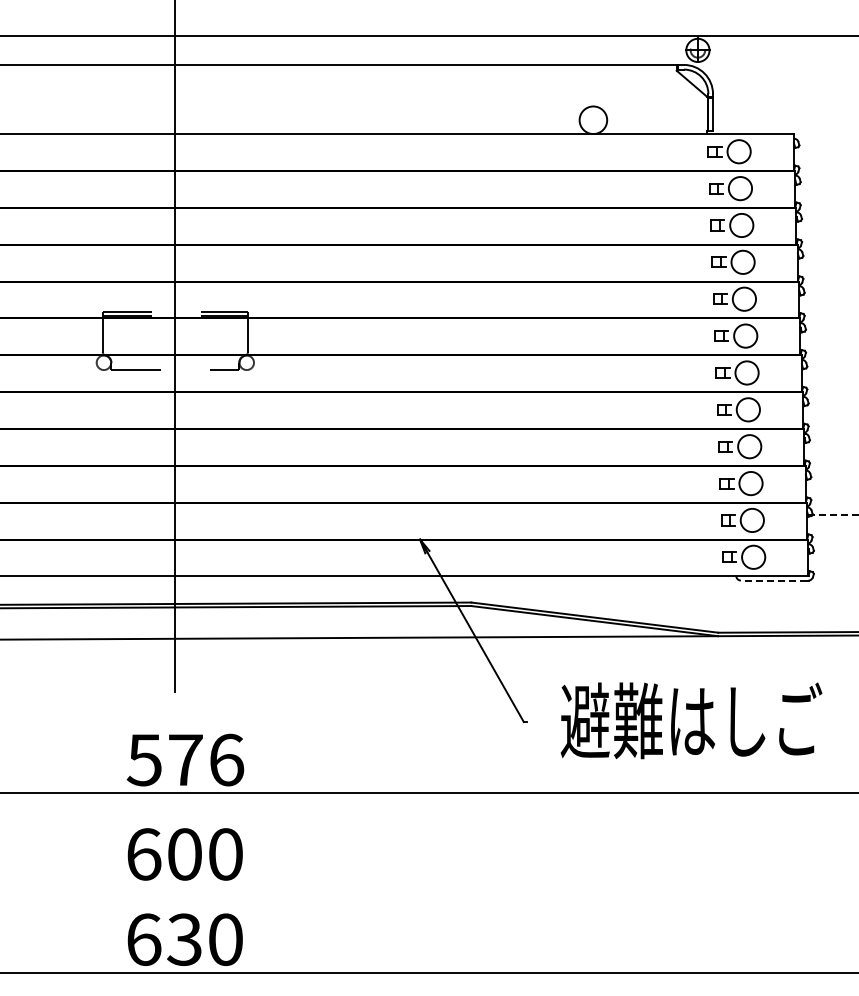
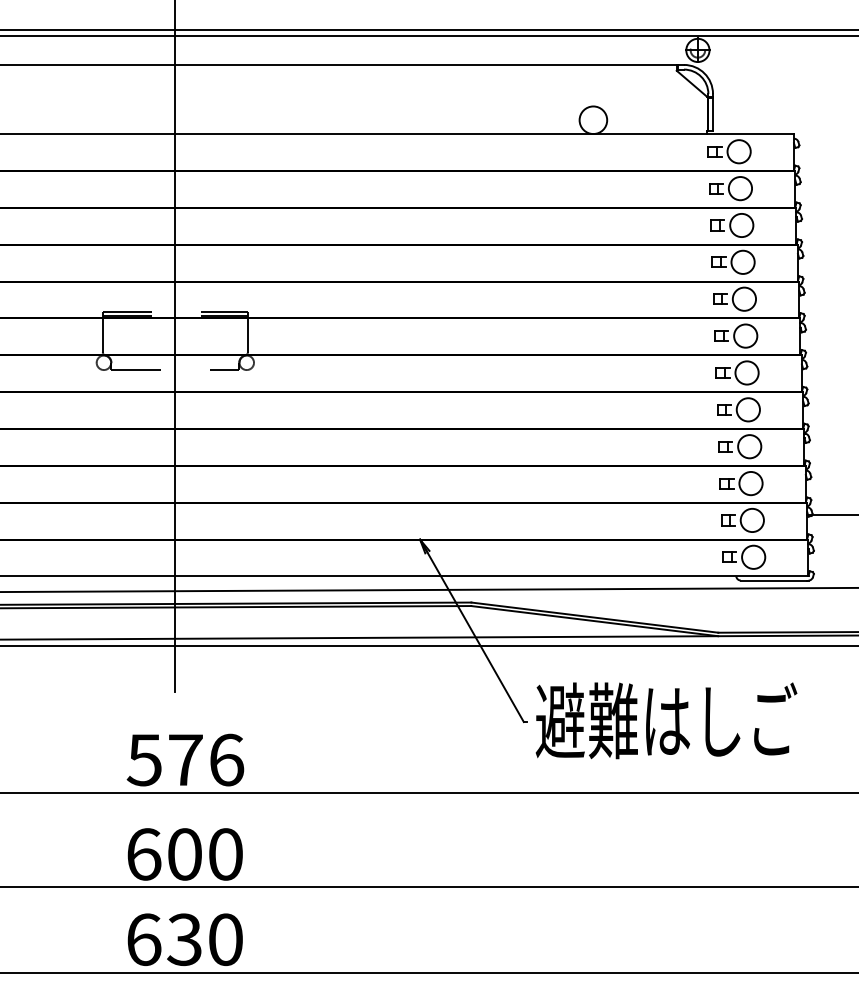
line at (428, 30): none -> present
line at (832, 514): dashed -> solid
line at (773, 580): dashed -> solid
line at (428, 589): none -> present
line at (428, 645): none -> present
text at (691, 720) position: (691, 720) -> (666, 720)
line at (428, 887): none -> present
